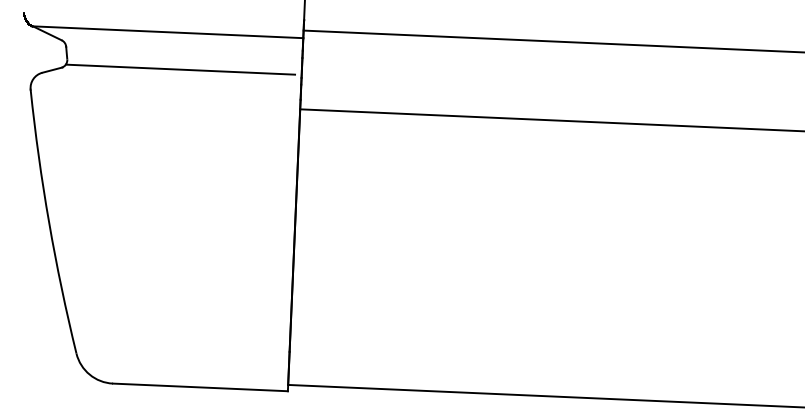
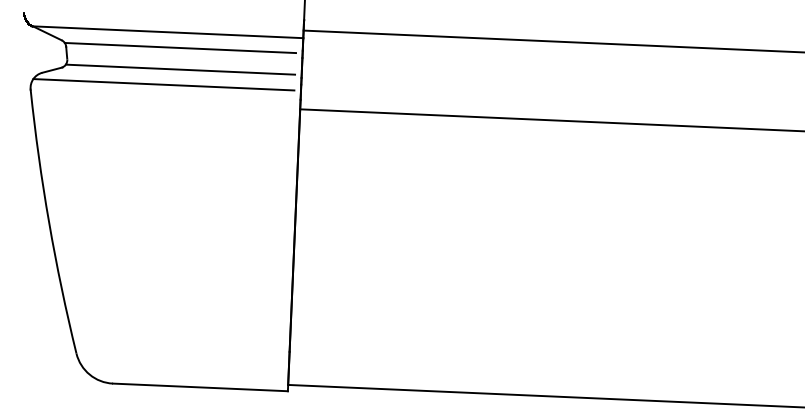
line at (180, 47): none -> present
line at (163, 84): none -> present
